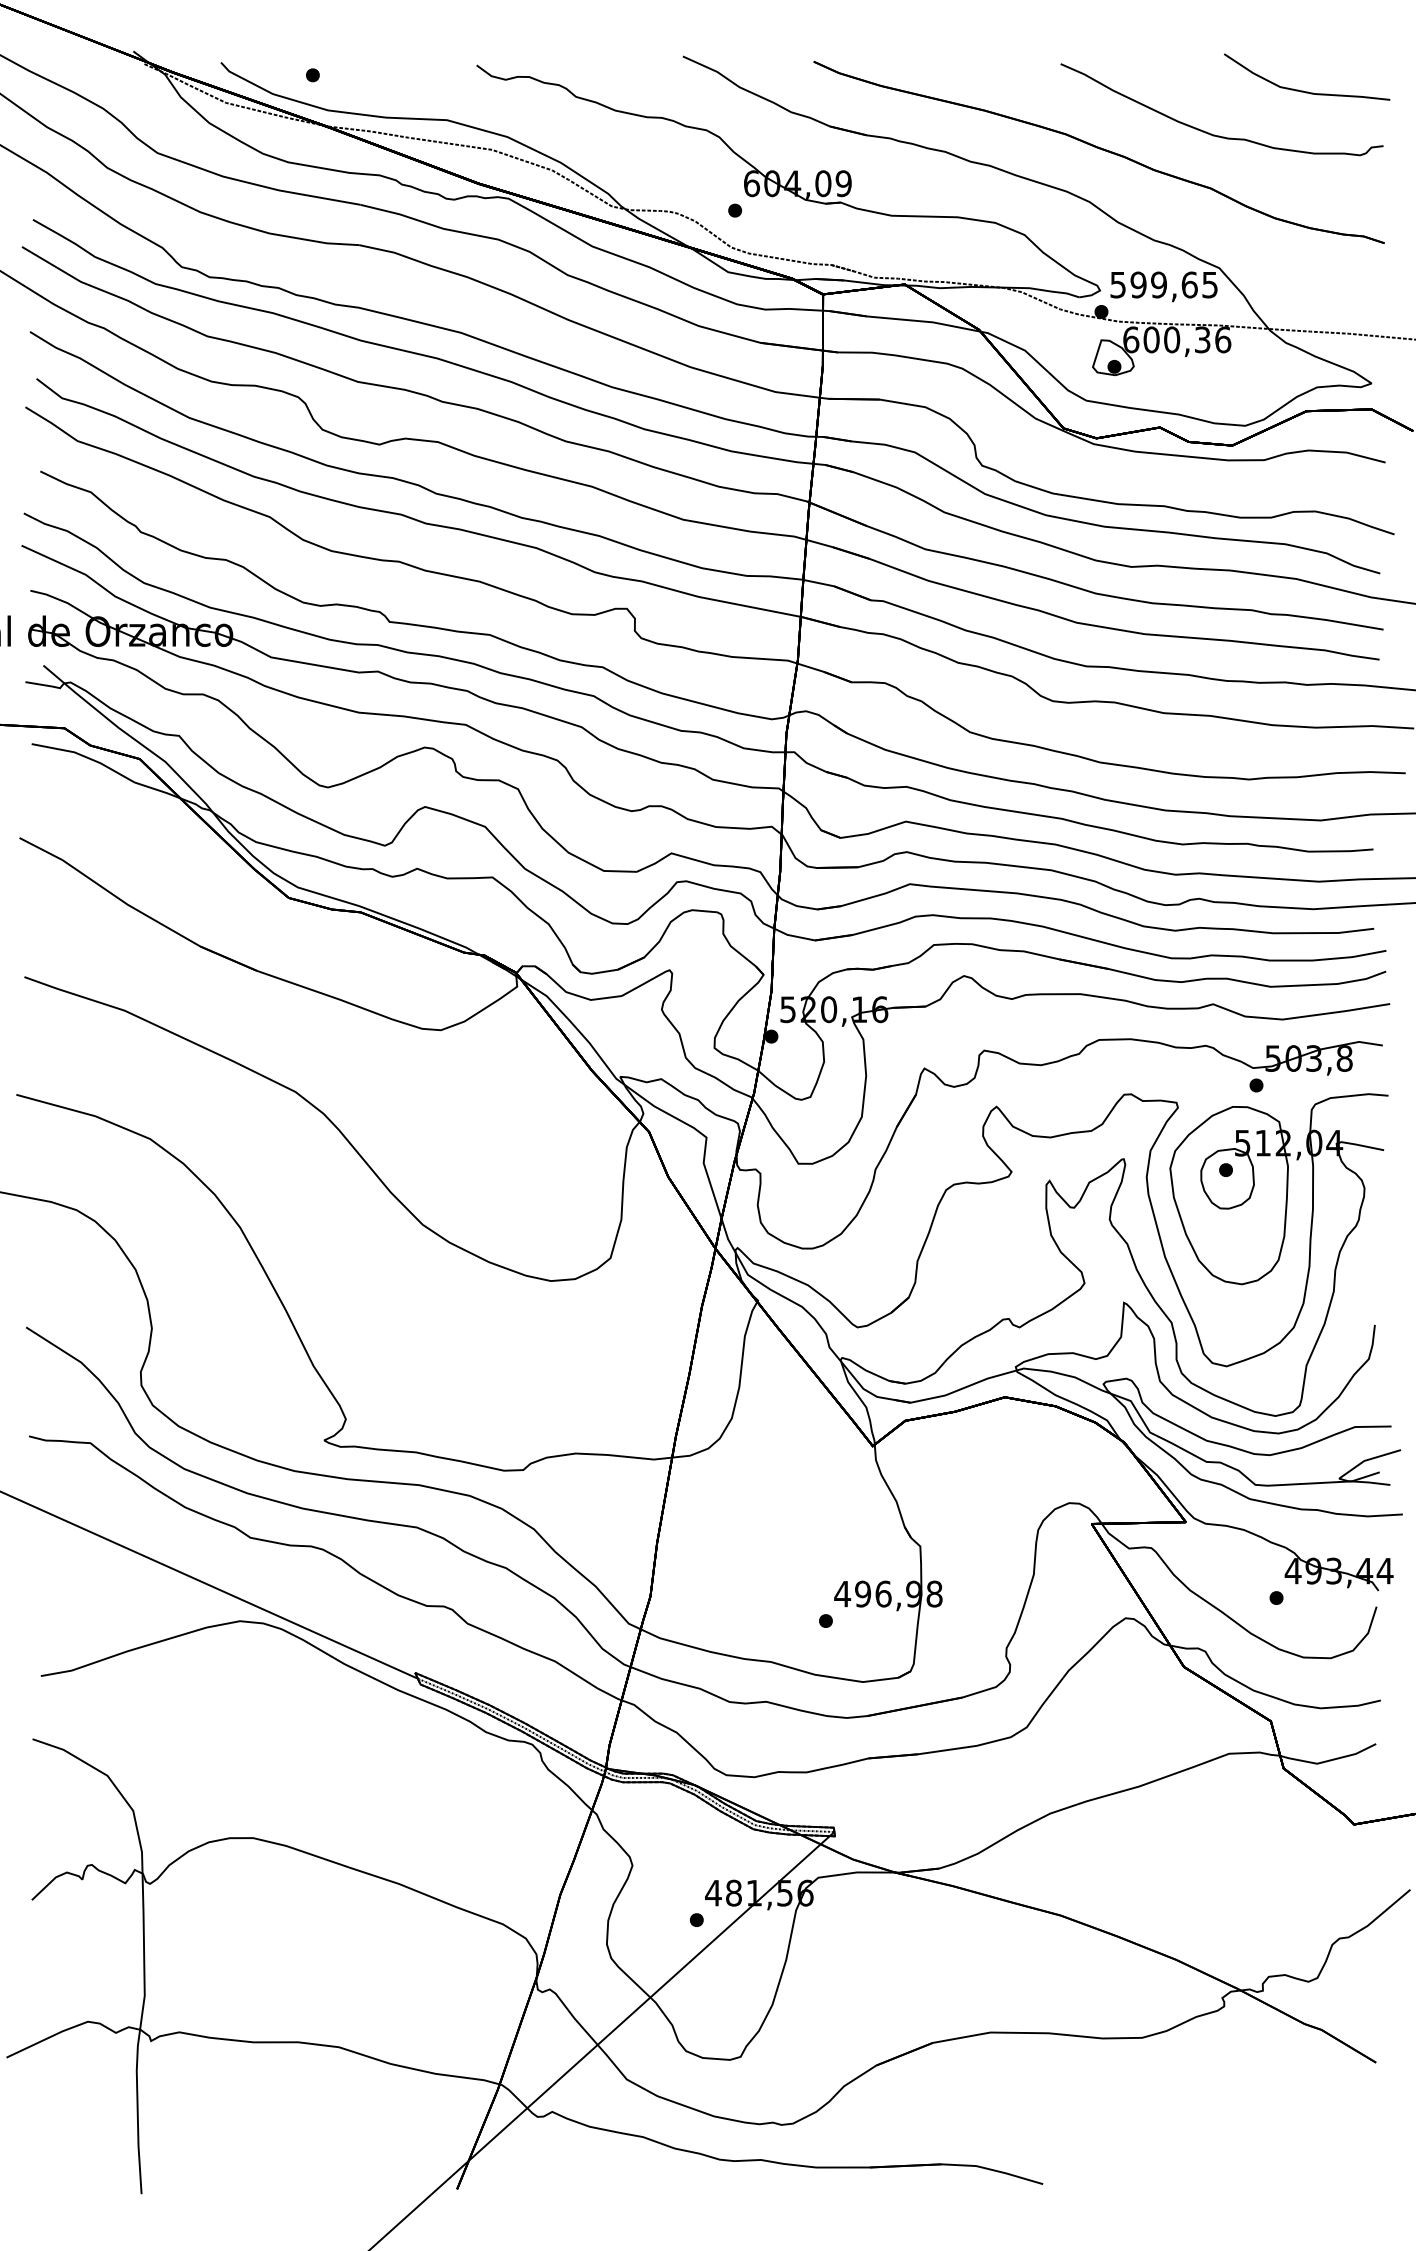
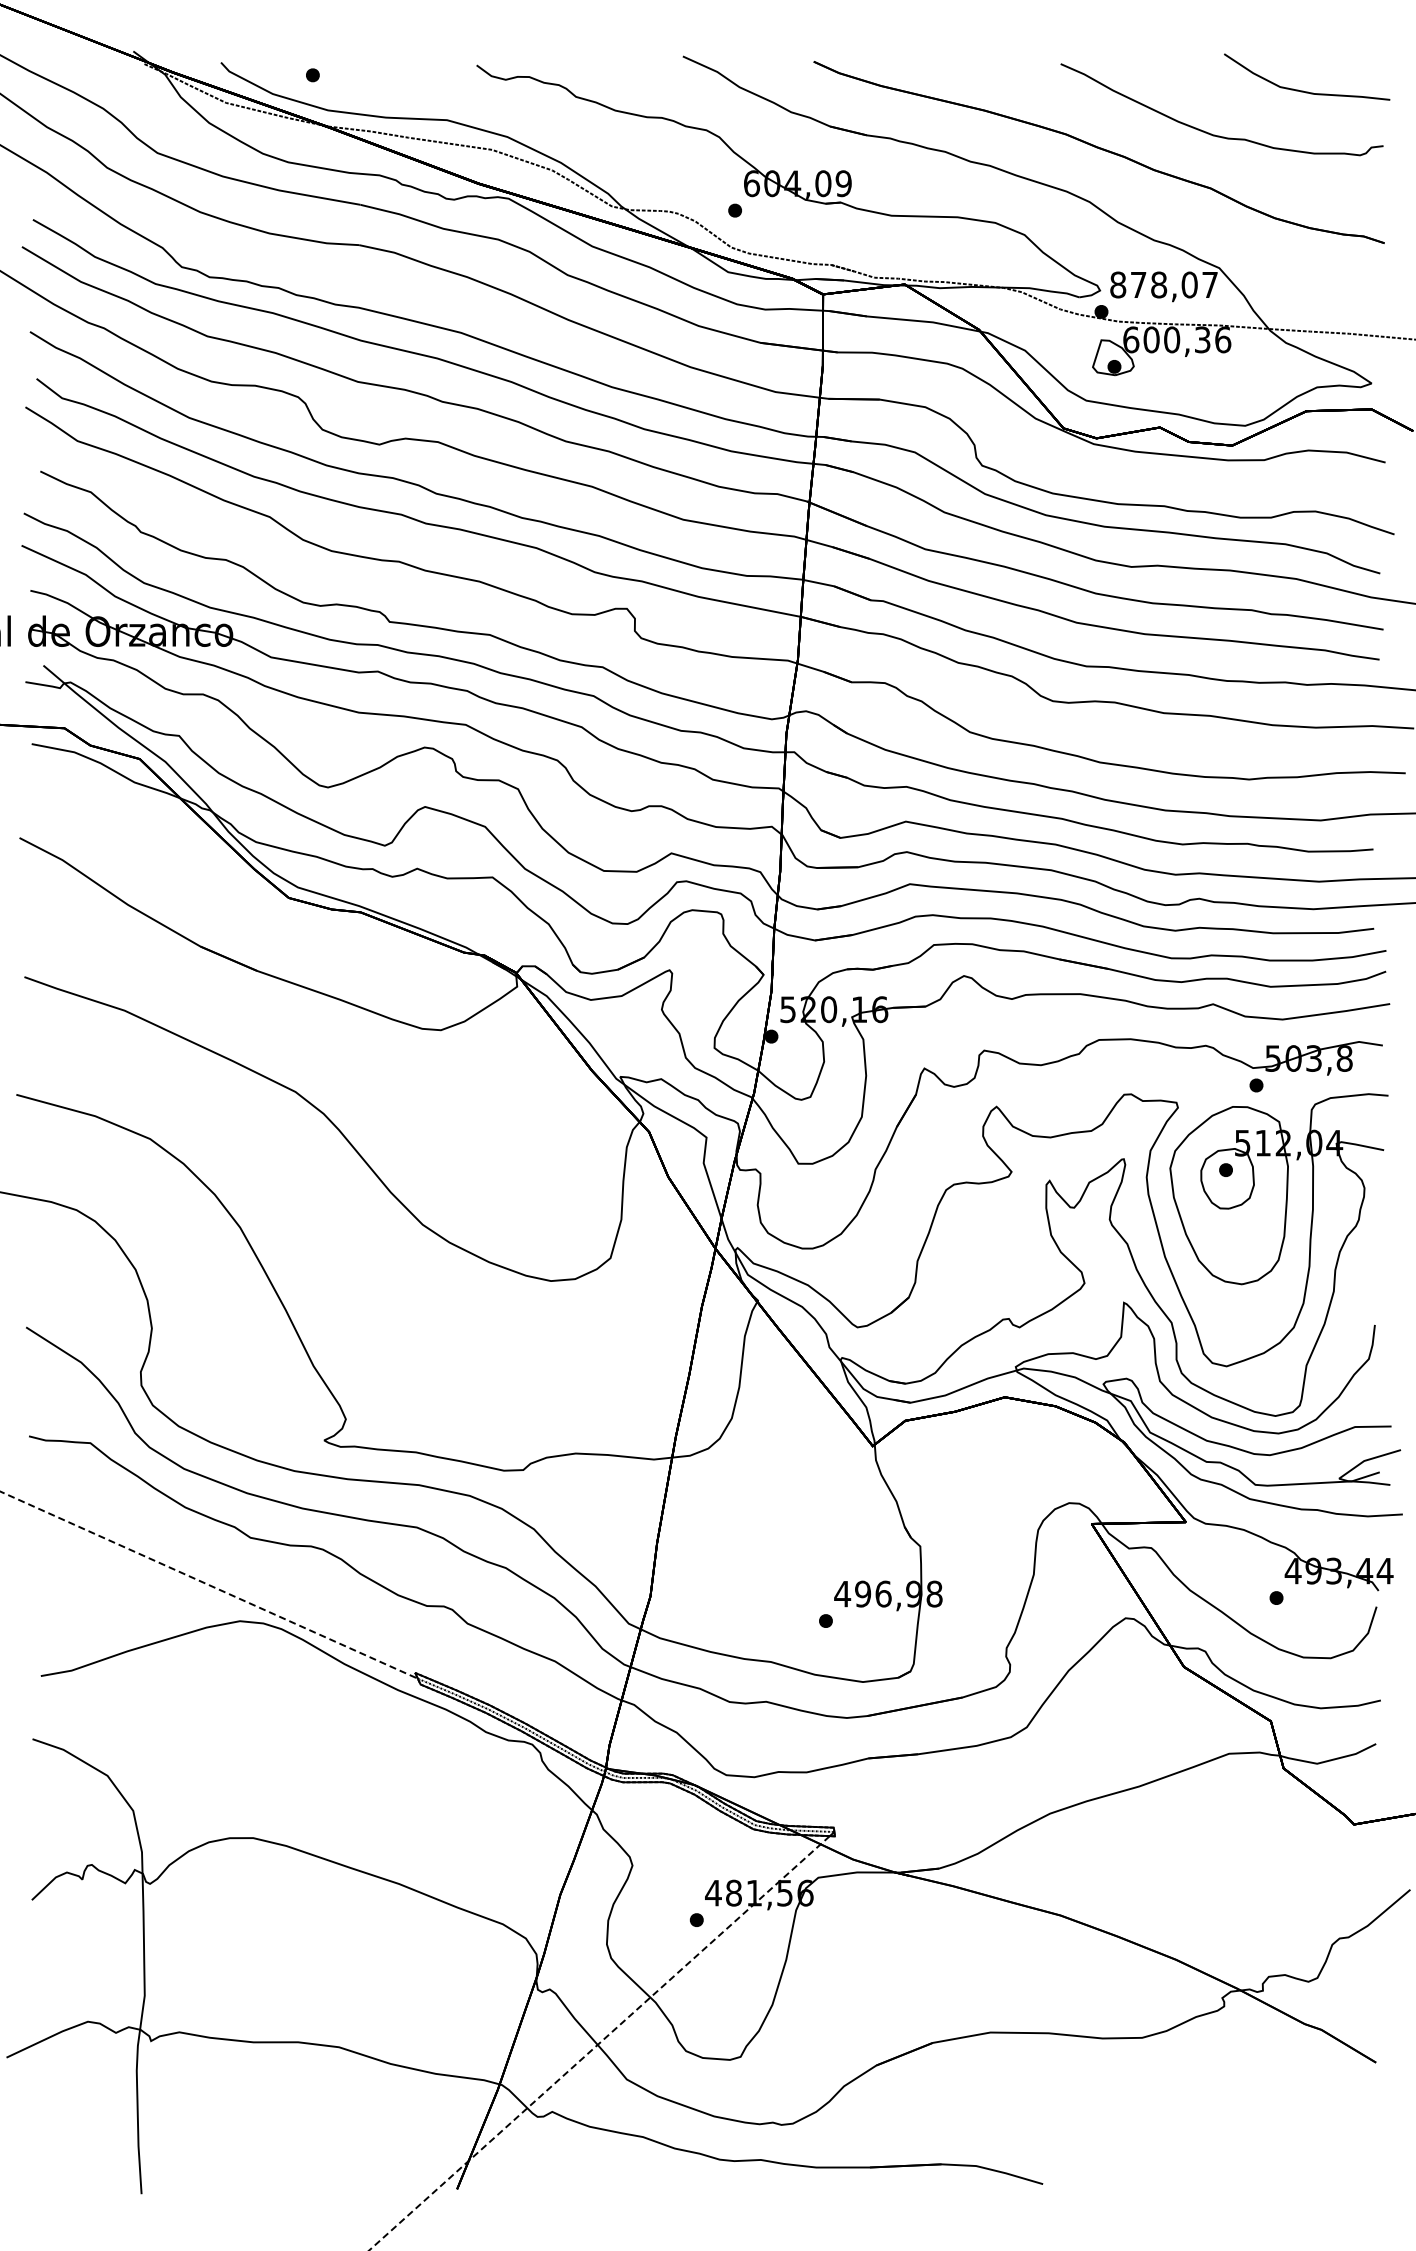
text at (1163, 284): 599,65 -> 878,07
line at (209, 1585): solid -> dashed
line at (599, 2043): solid -> dashed
